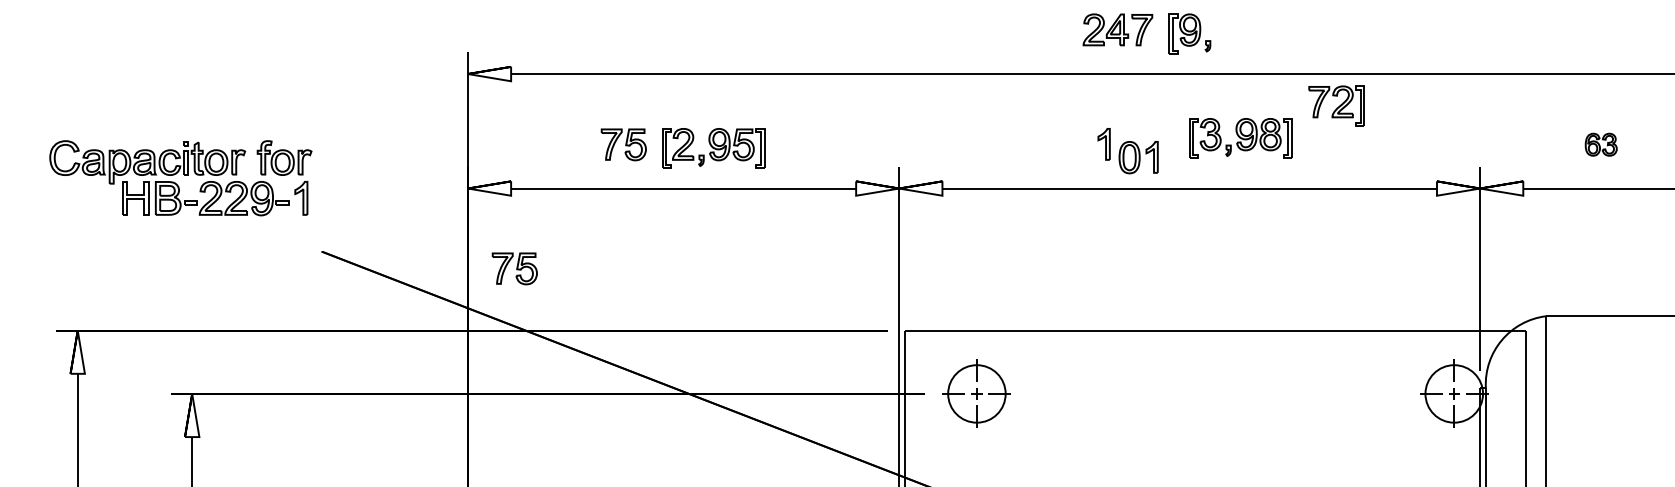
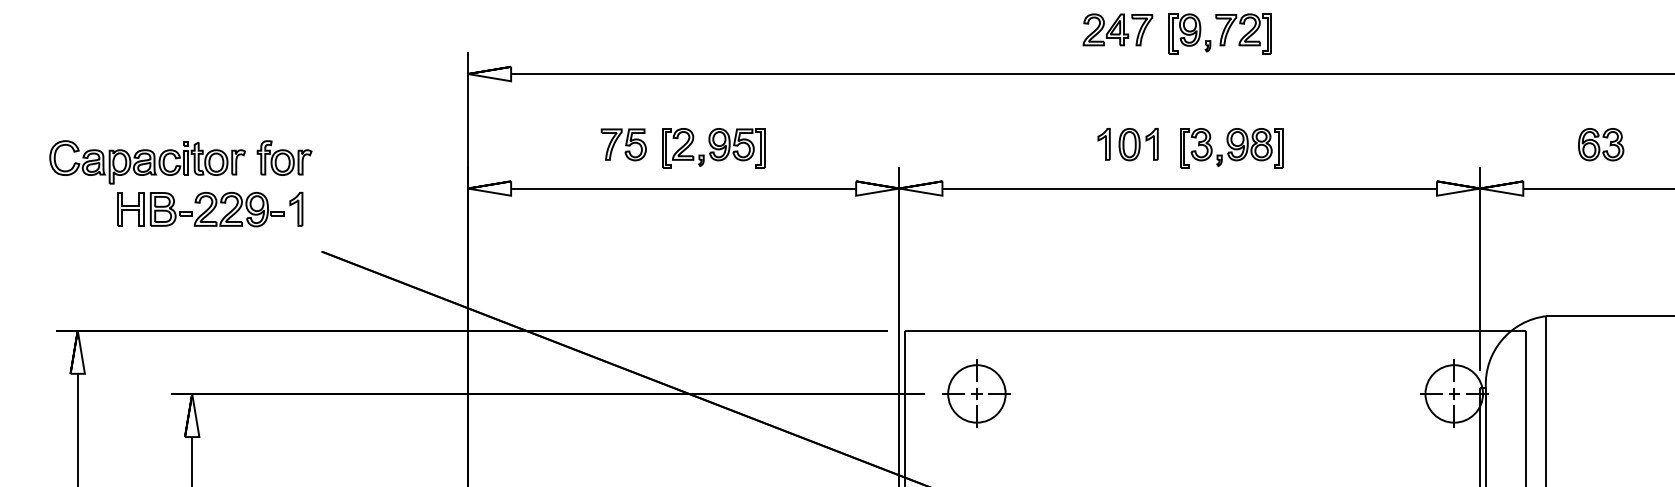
part at (1336, 105) position: (1336, 105) -> (1243, 33)
part at (1240, 138) position: (1240, 138) -> (1231, 148)
part at (1600, 144) size: 34x25 px -> 47x34 px
part at (1138, 157) position: (1138, 157) -> (1138, 144)
part at (215, 198) position: (215, 198) -> (210, 209)
part at (514, 268): present -> none
